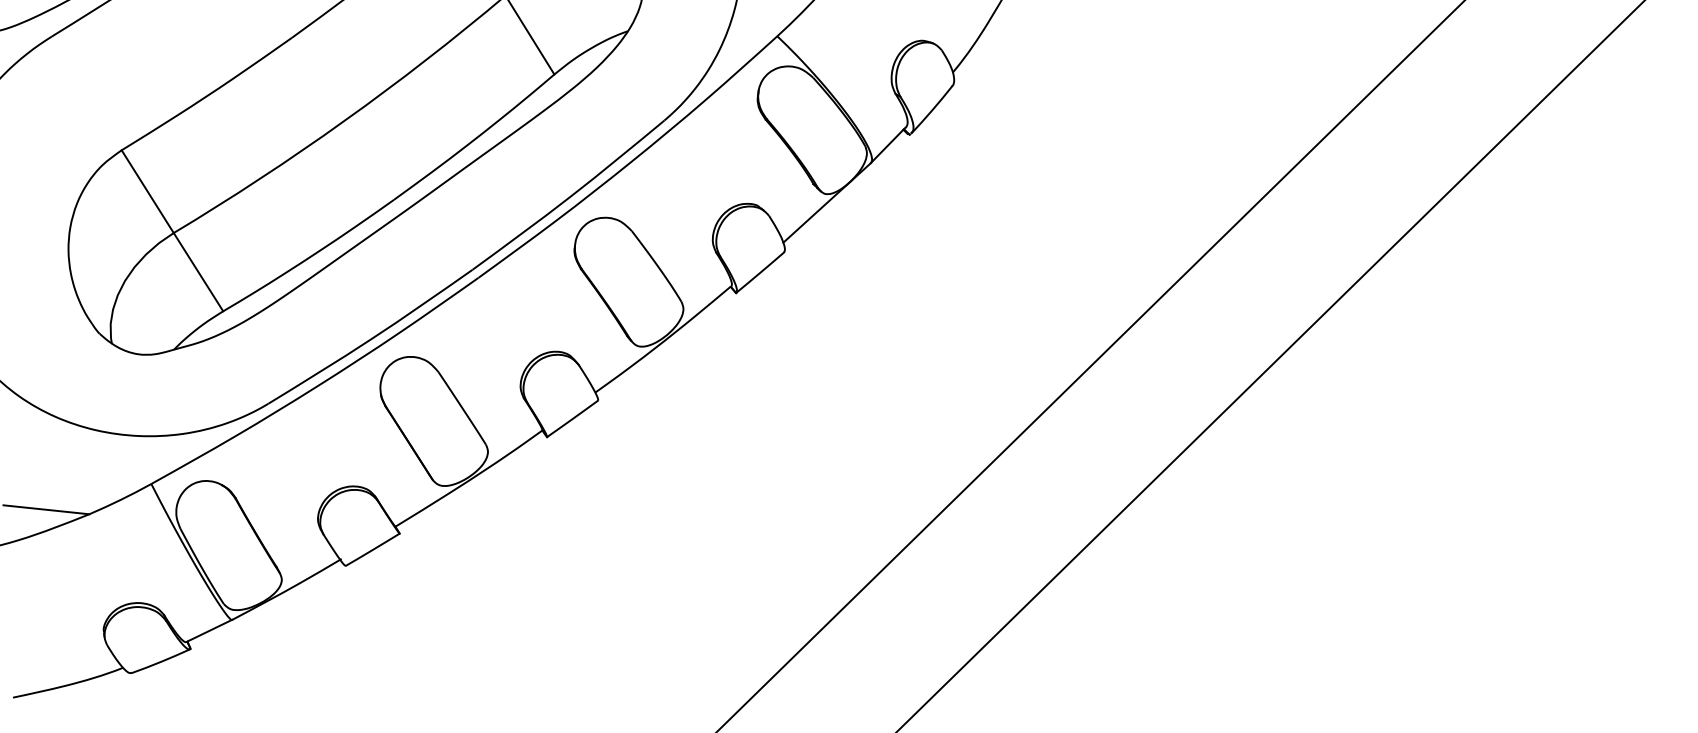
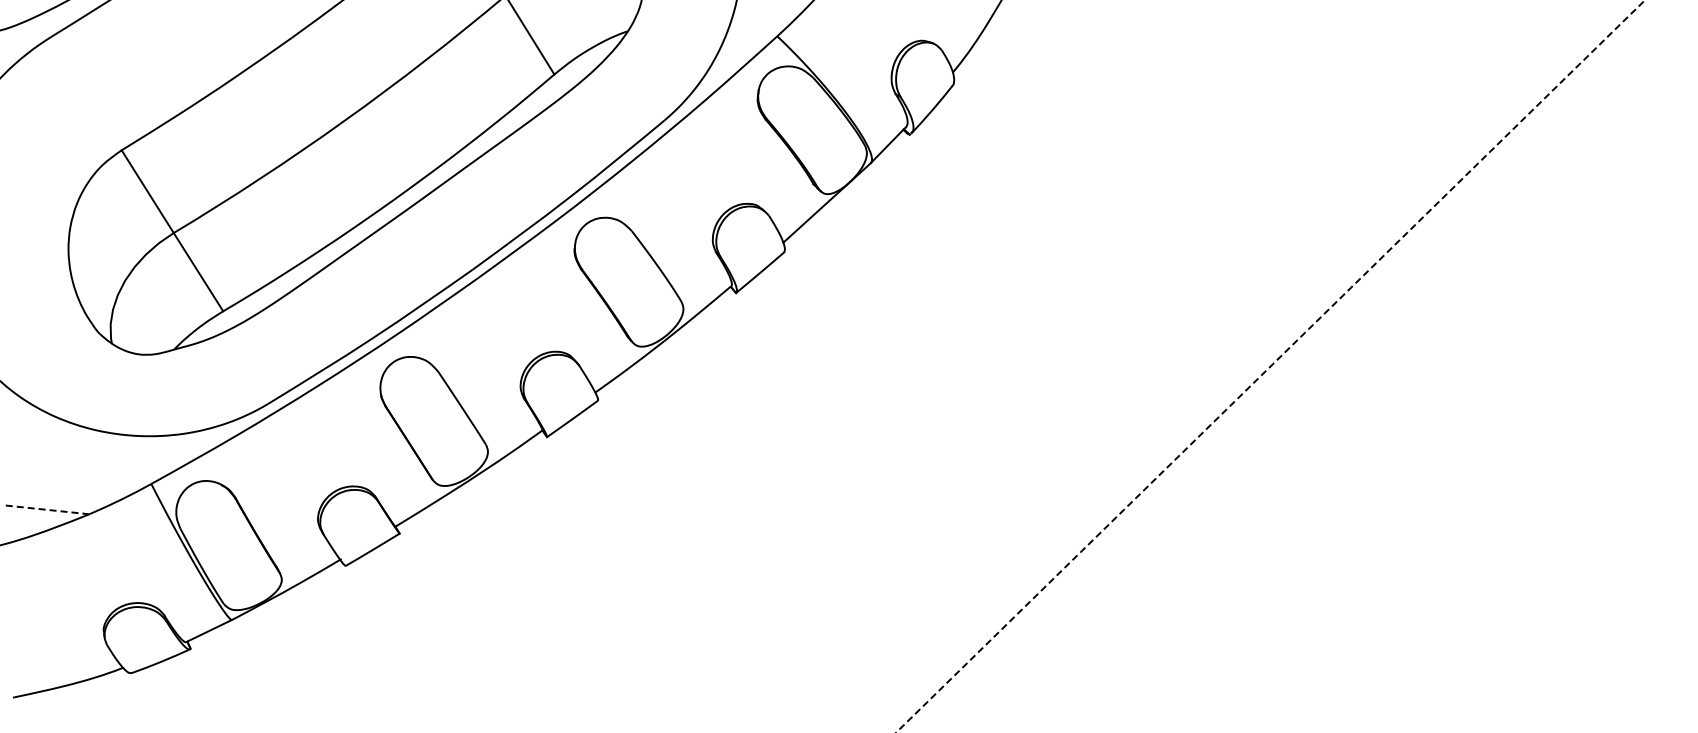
line at (1091, 365): present -> none
line at (1271, 366): solid -> dashed
line at (45, 509): solid -> dashed
